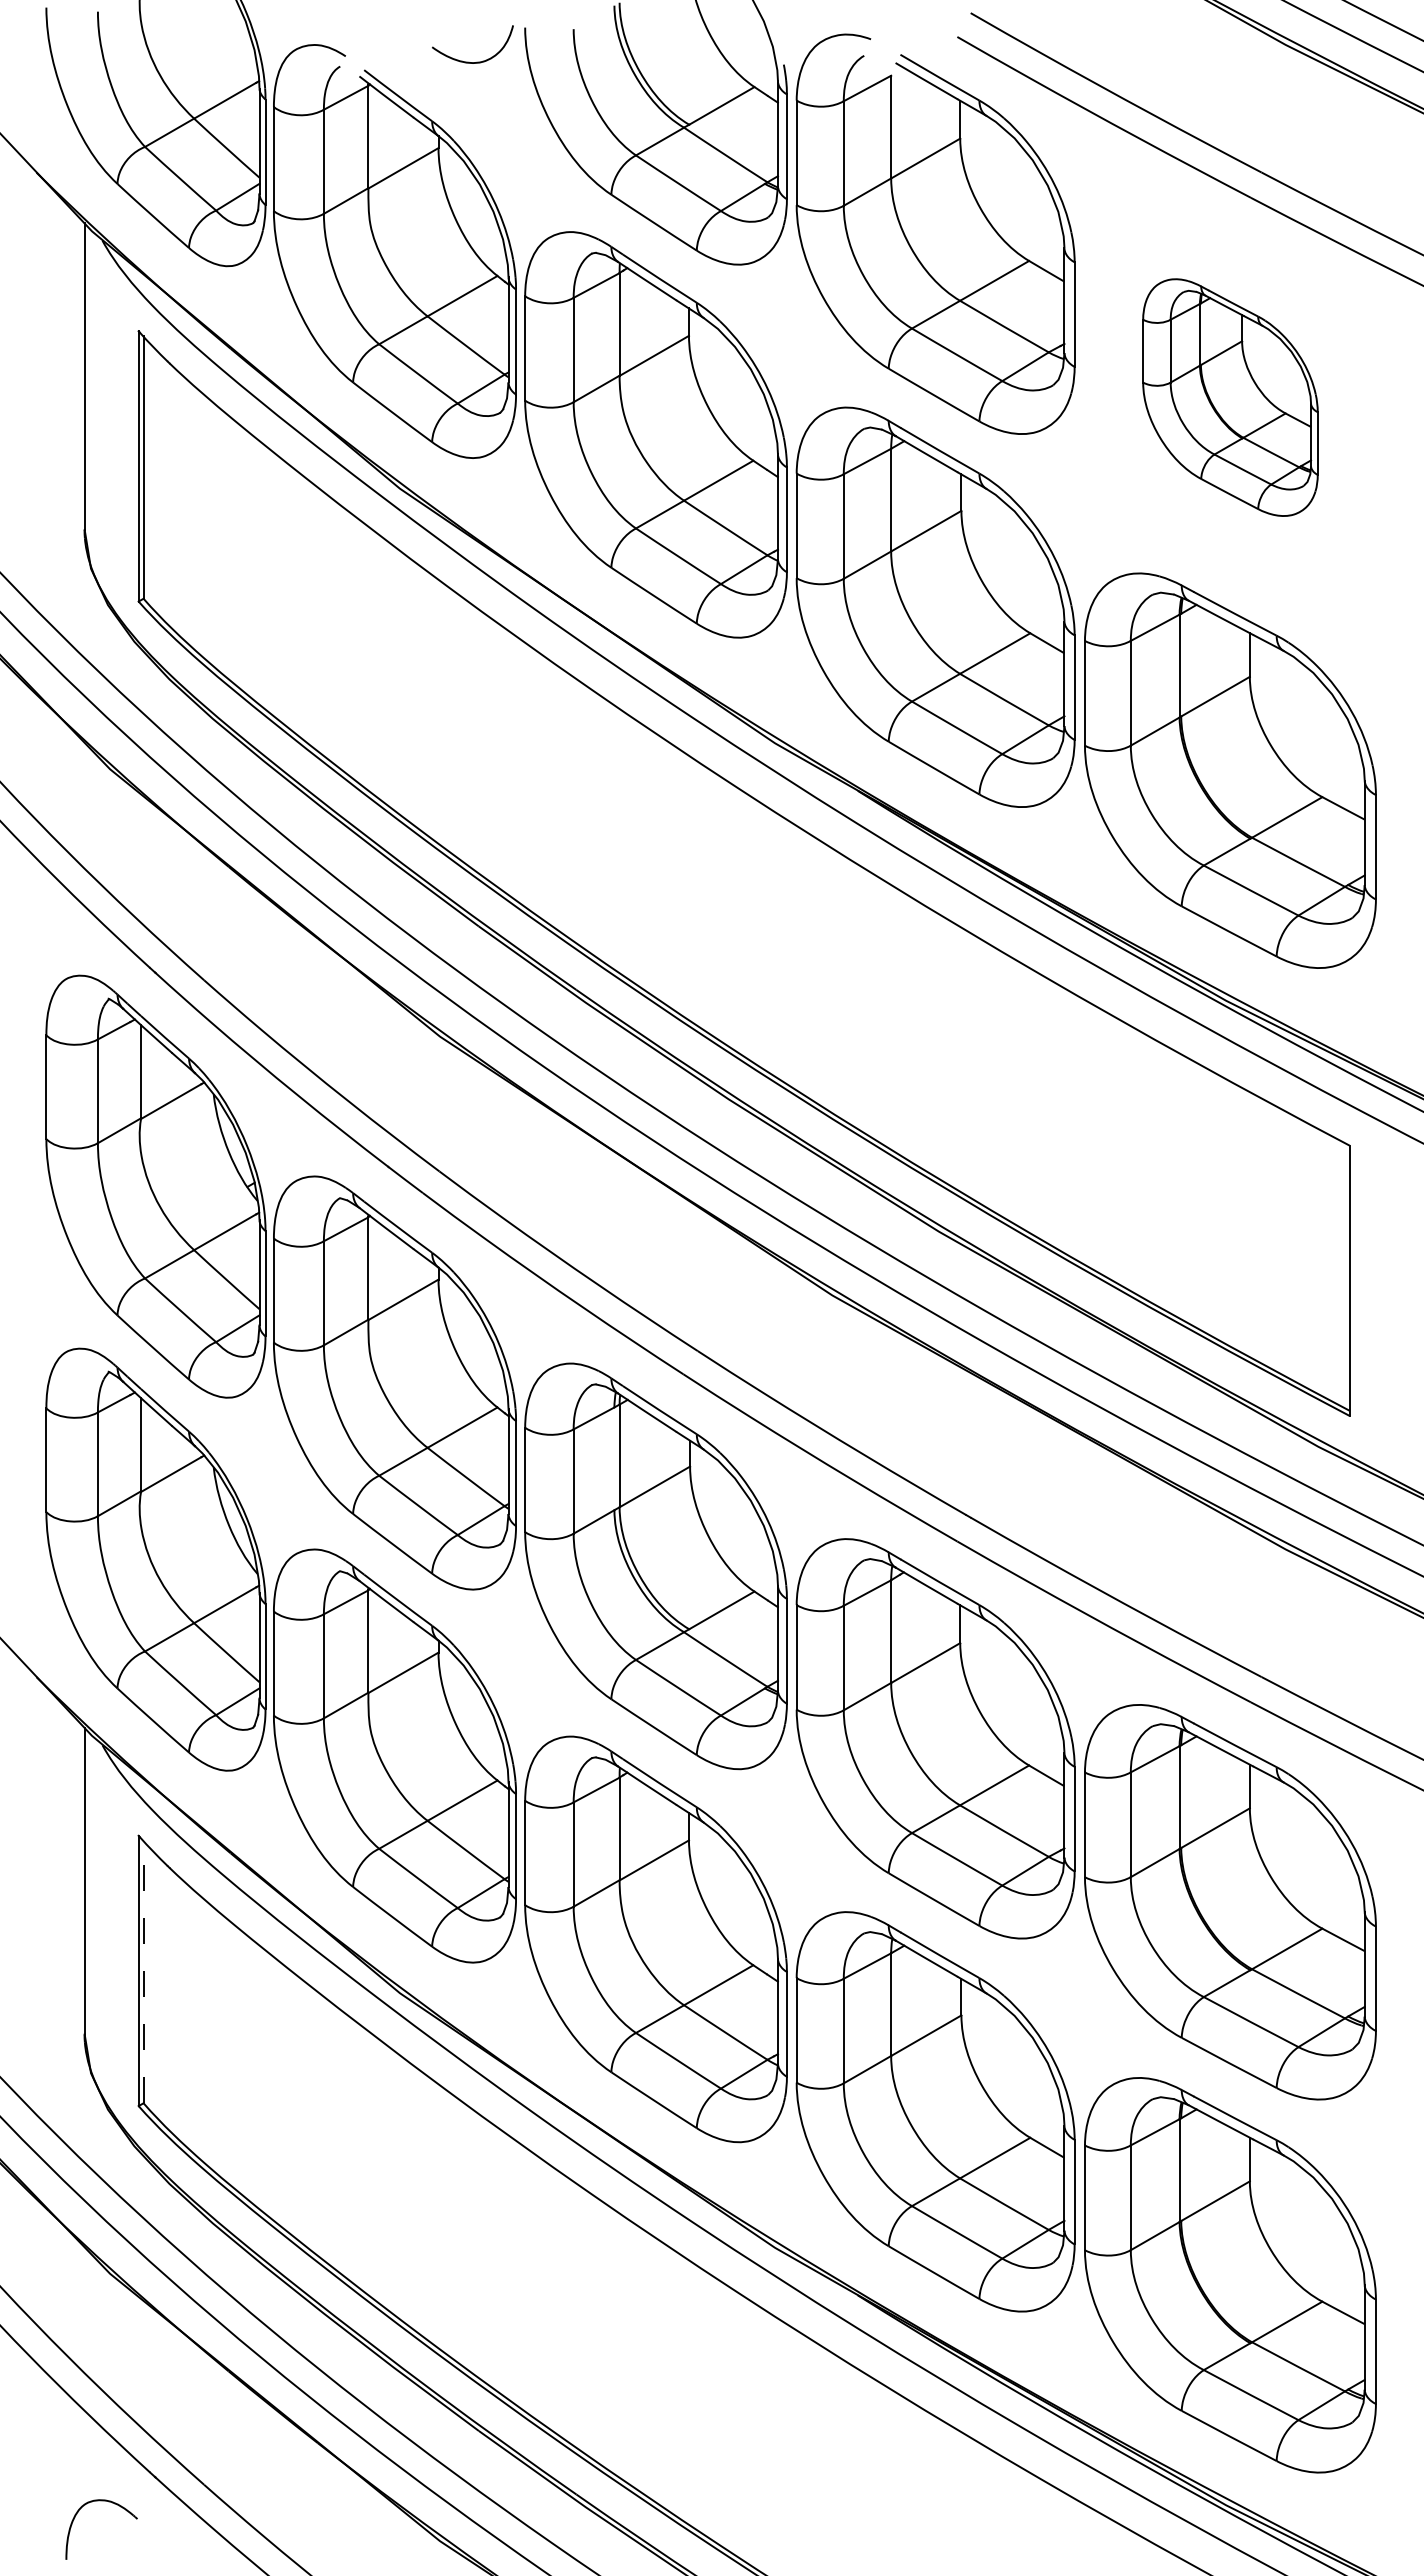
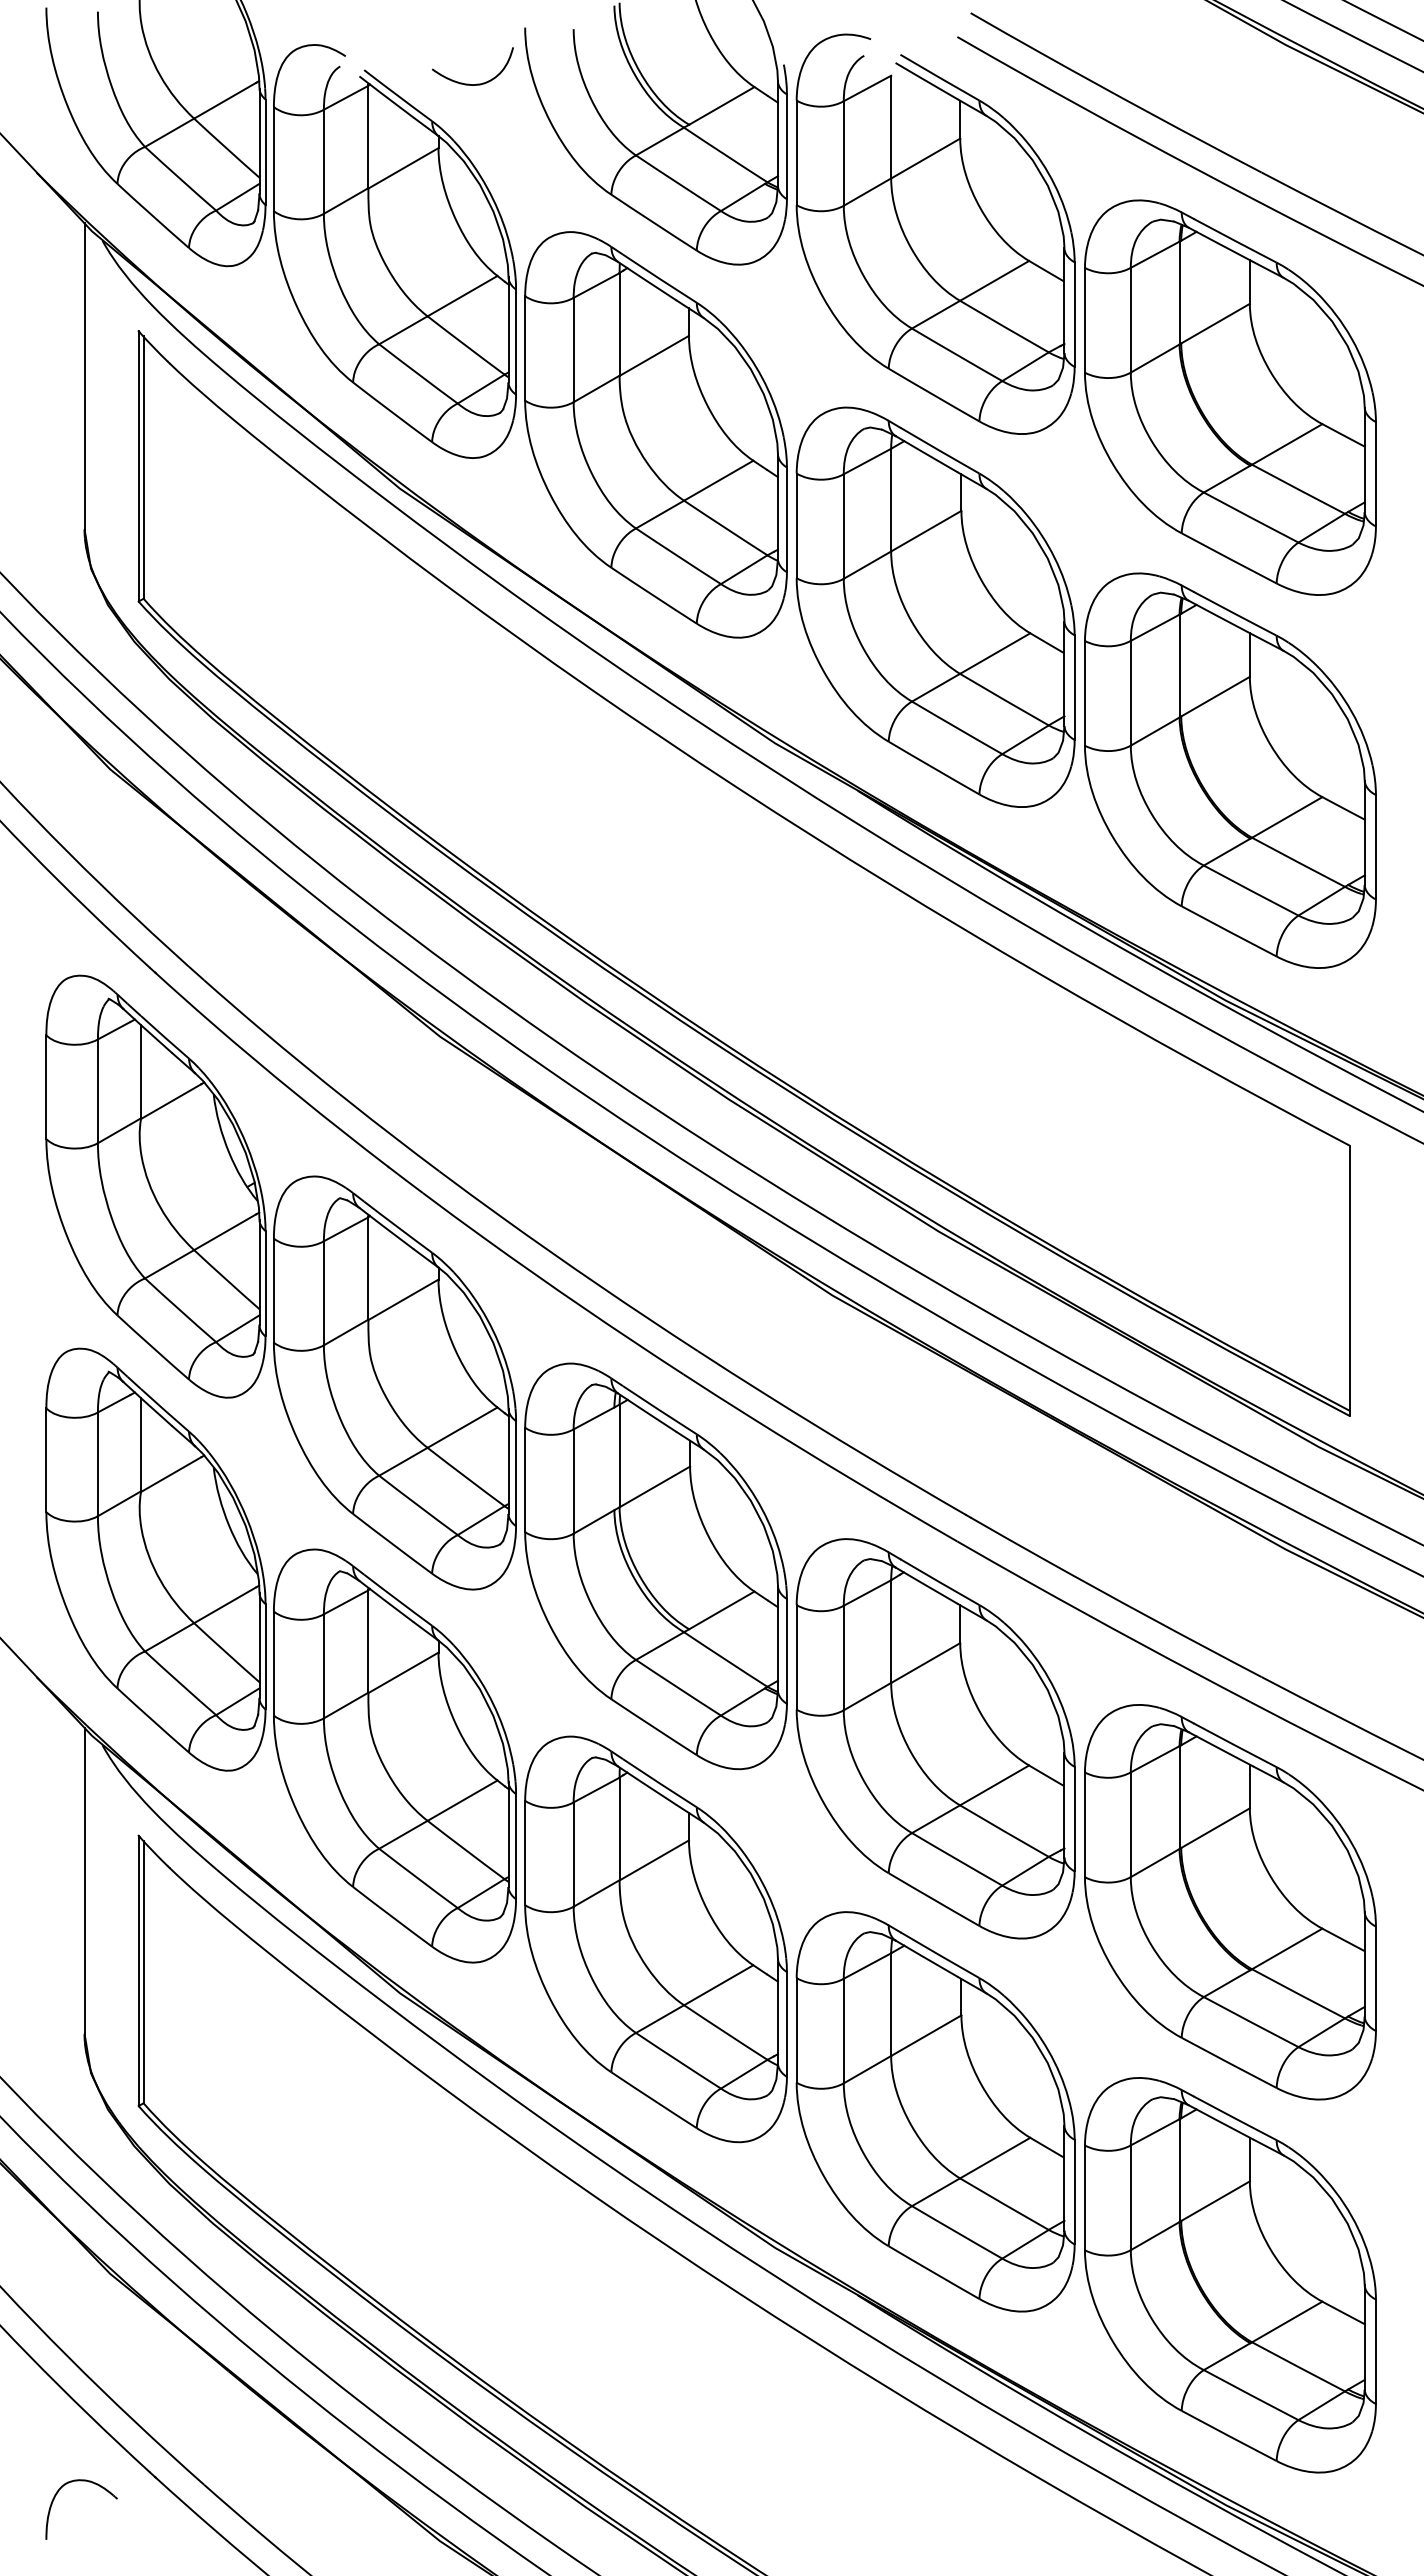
curve at (468, 61) position: (468, 61) -> (468, 83)
part at (1230, 397) size: 177x239 px -> 293x397 px
line at (143, 1971): dashed -> solid
part at (108, 2502) position: (108, 2502) -> (88, 2482)
